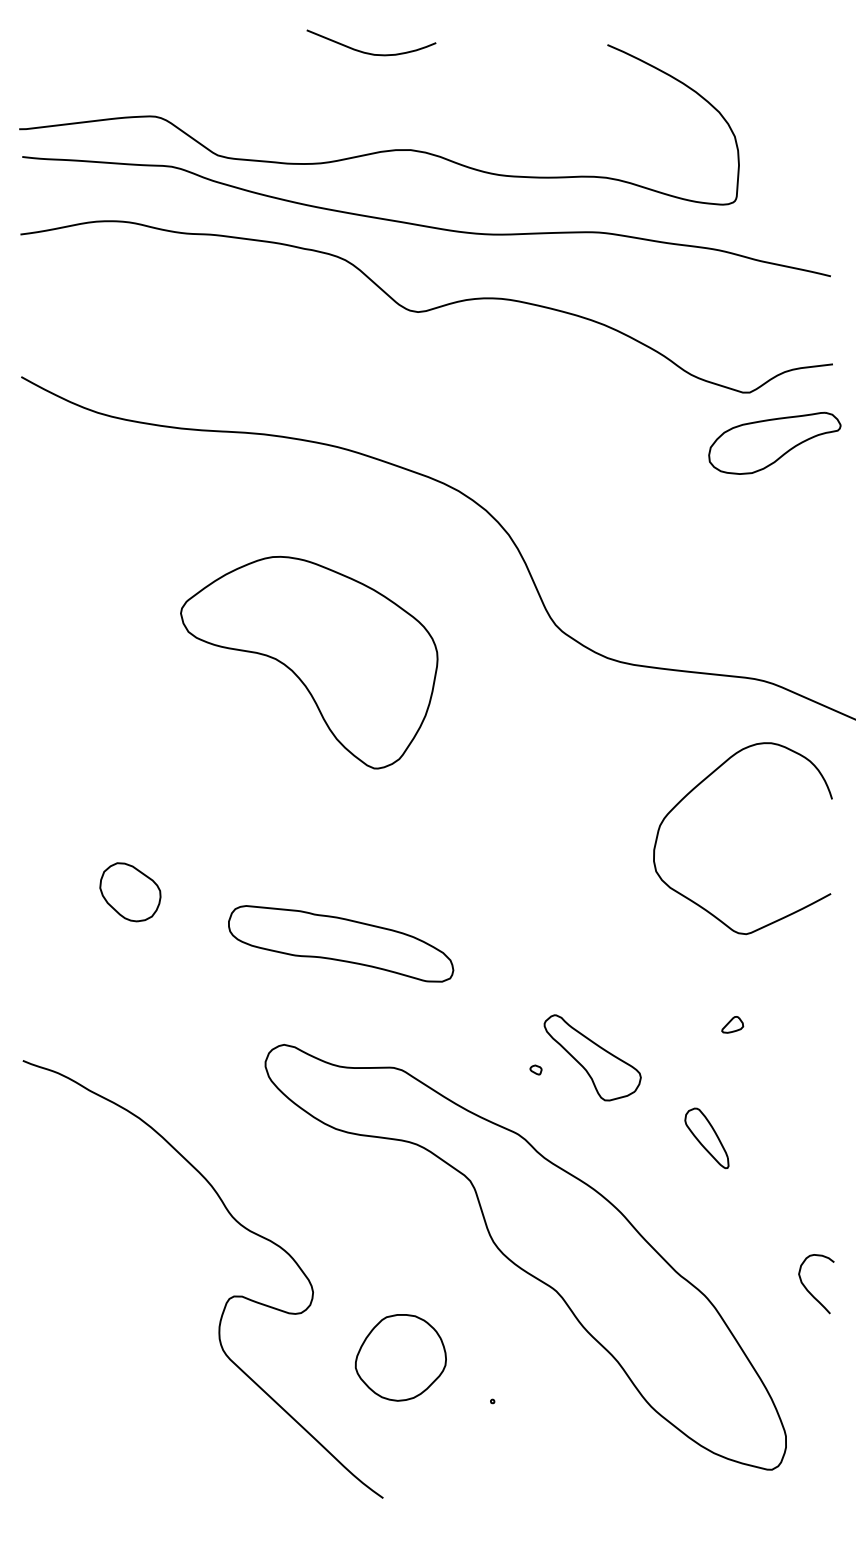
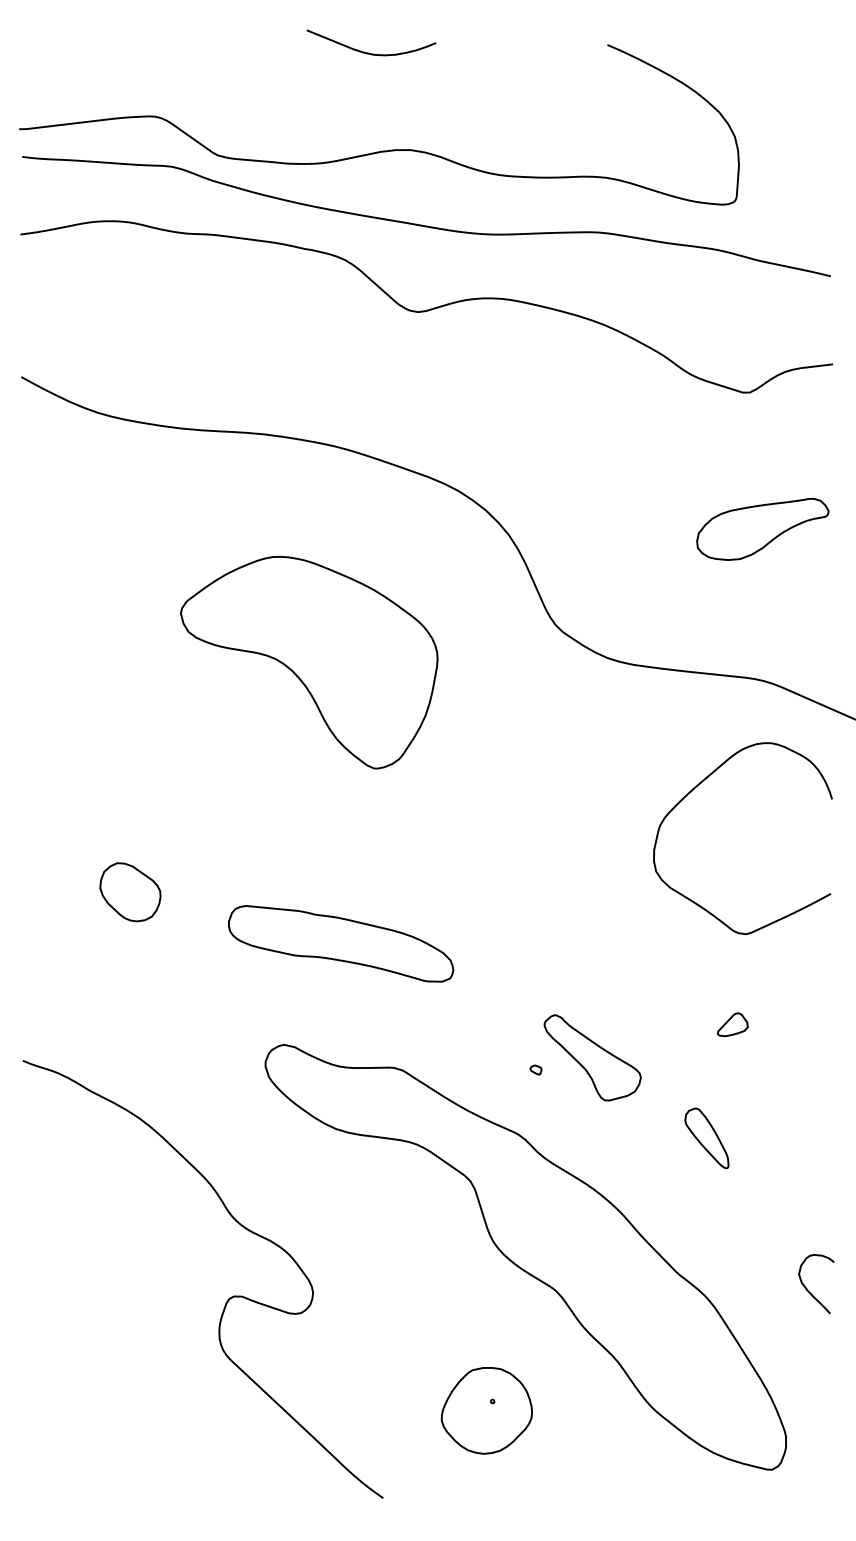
part at (774, 442) position: (774, 442) -> (762, 528)
part at (732, 1024) size: 24x18 px -> 33x26 px
part at (400, 1357) position: (400, 1357) -> (486, 1410)
